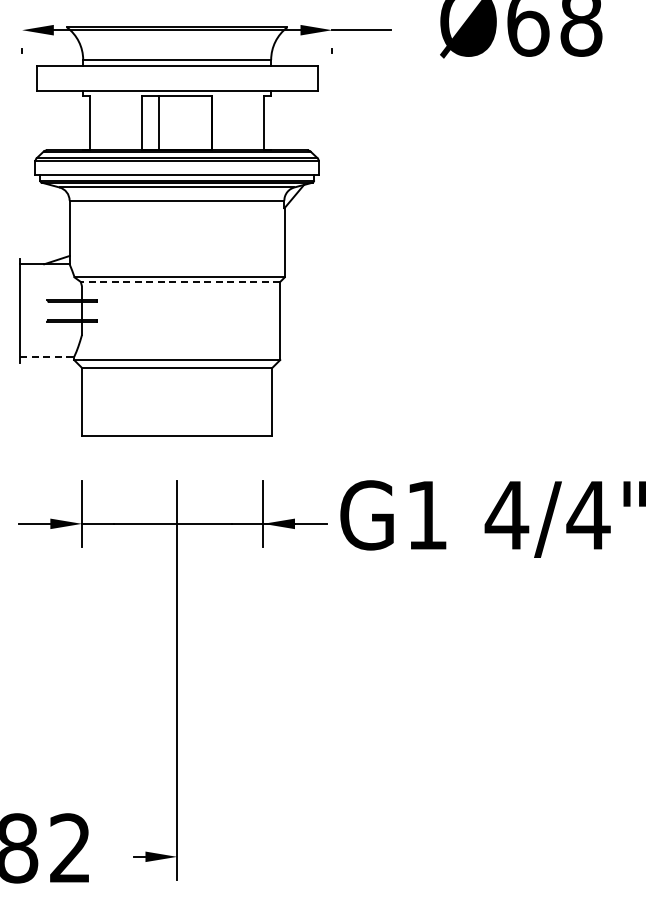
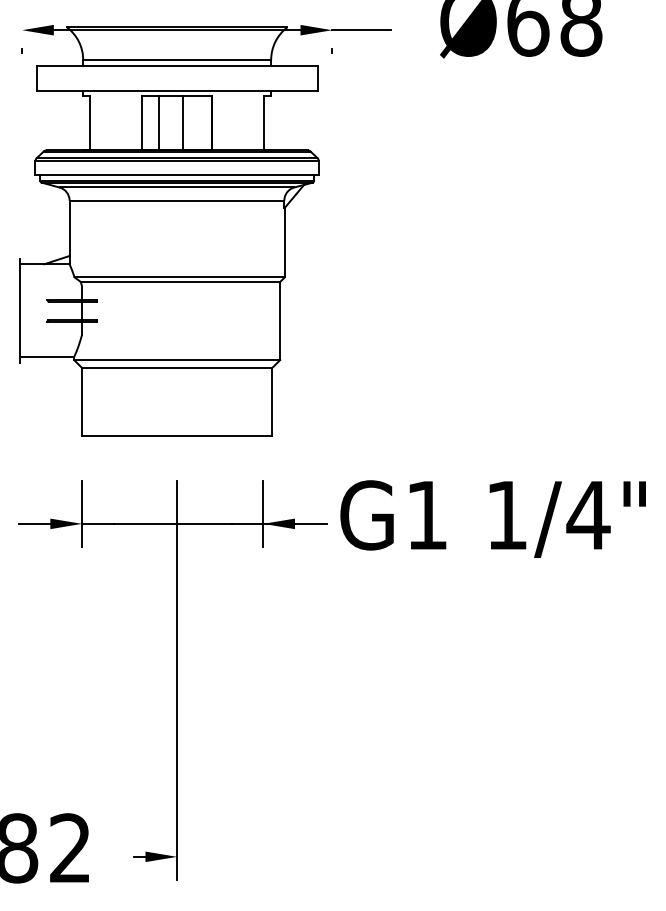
line at (182, 122): none -> present
line at (180, 281): dashed -> solid
line at (47, 357): dashed -> solid
text at (506, 515): 4/4" -> 1/4"
